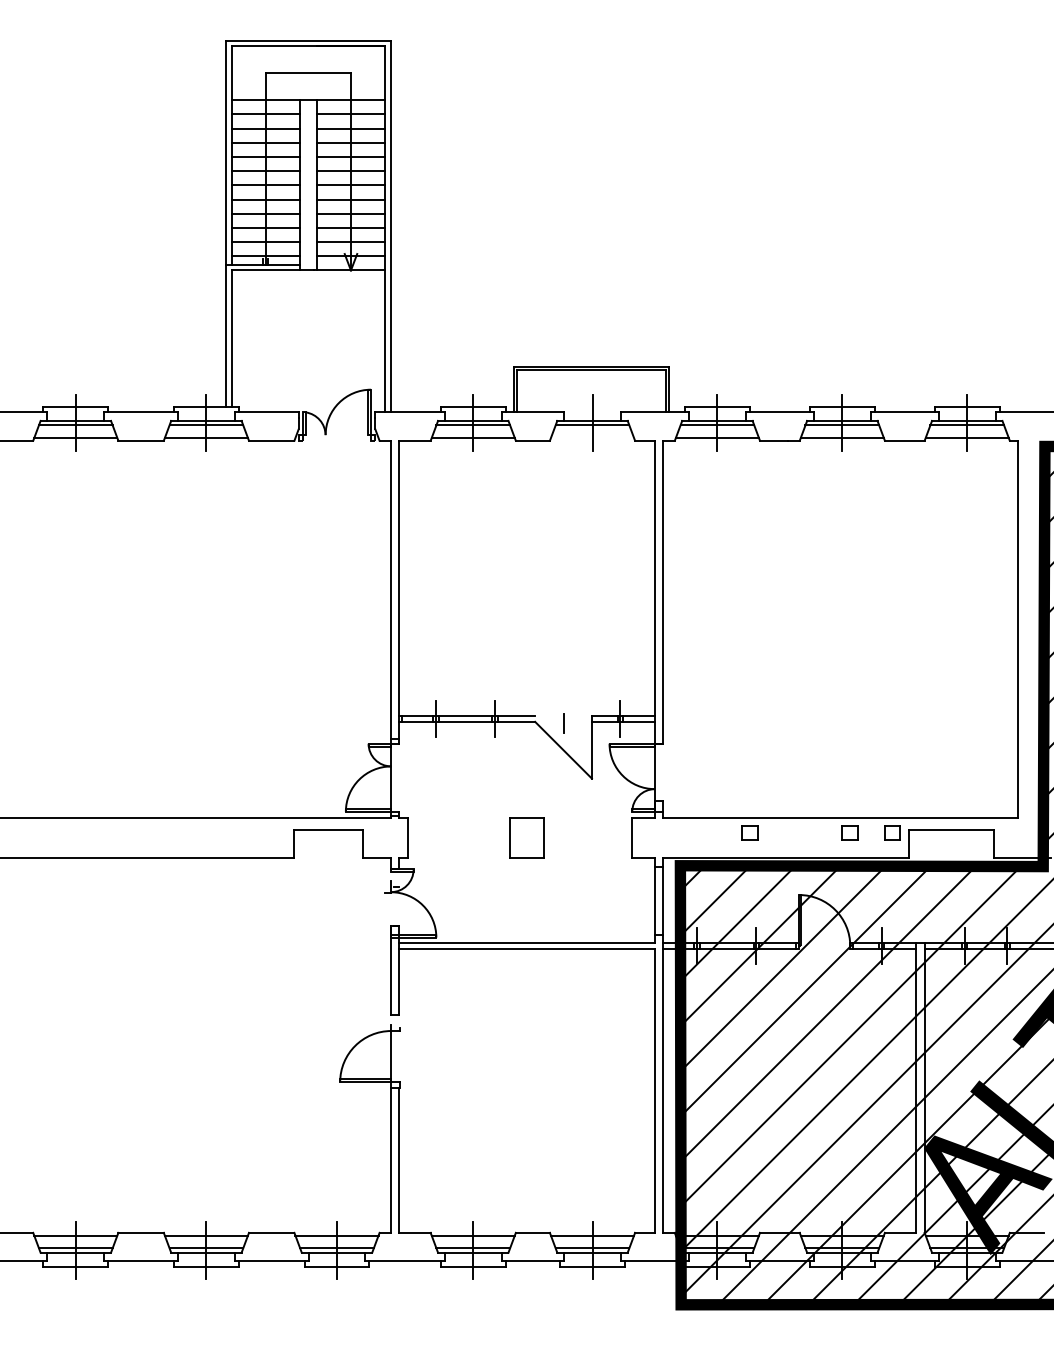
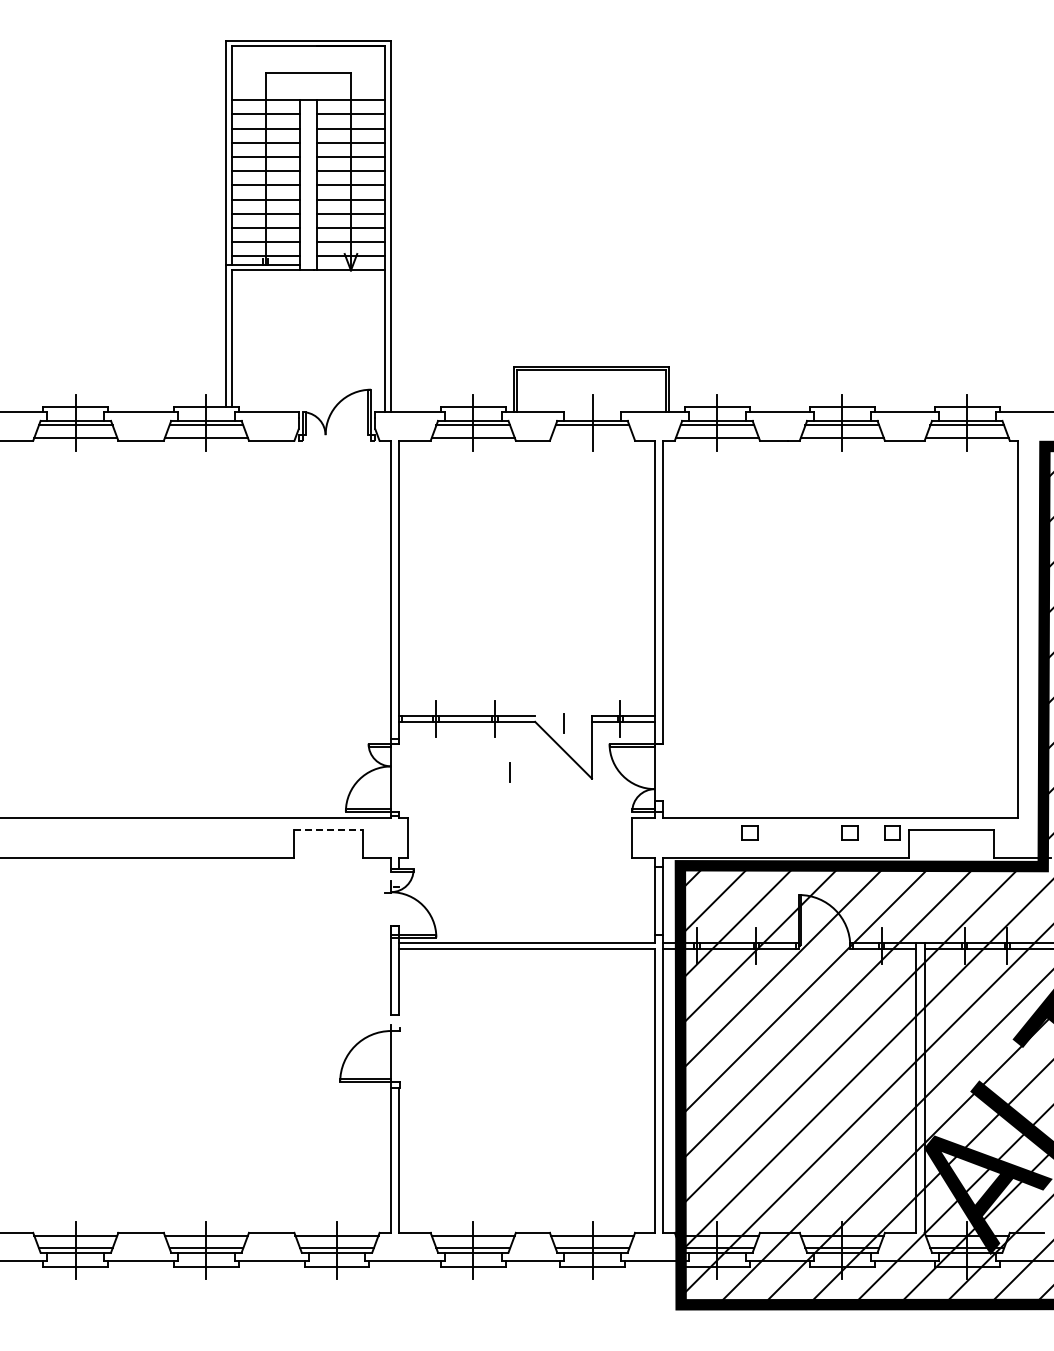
line at (509, 772): none -> present
line at (328, 829): solid -> dashed
part at (526, 837): present -> none
